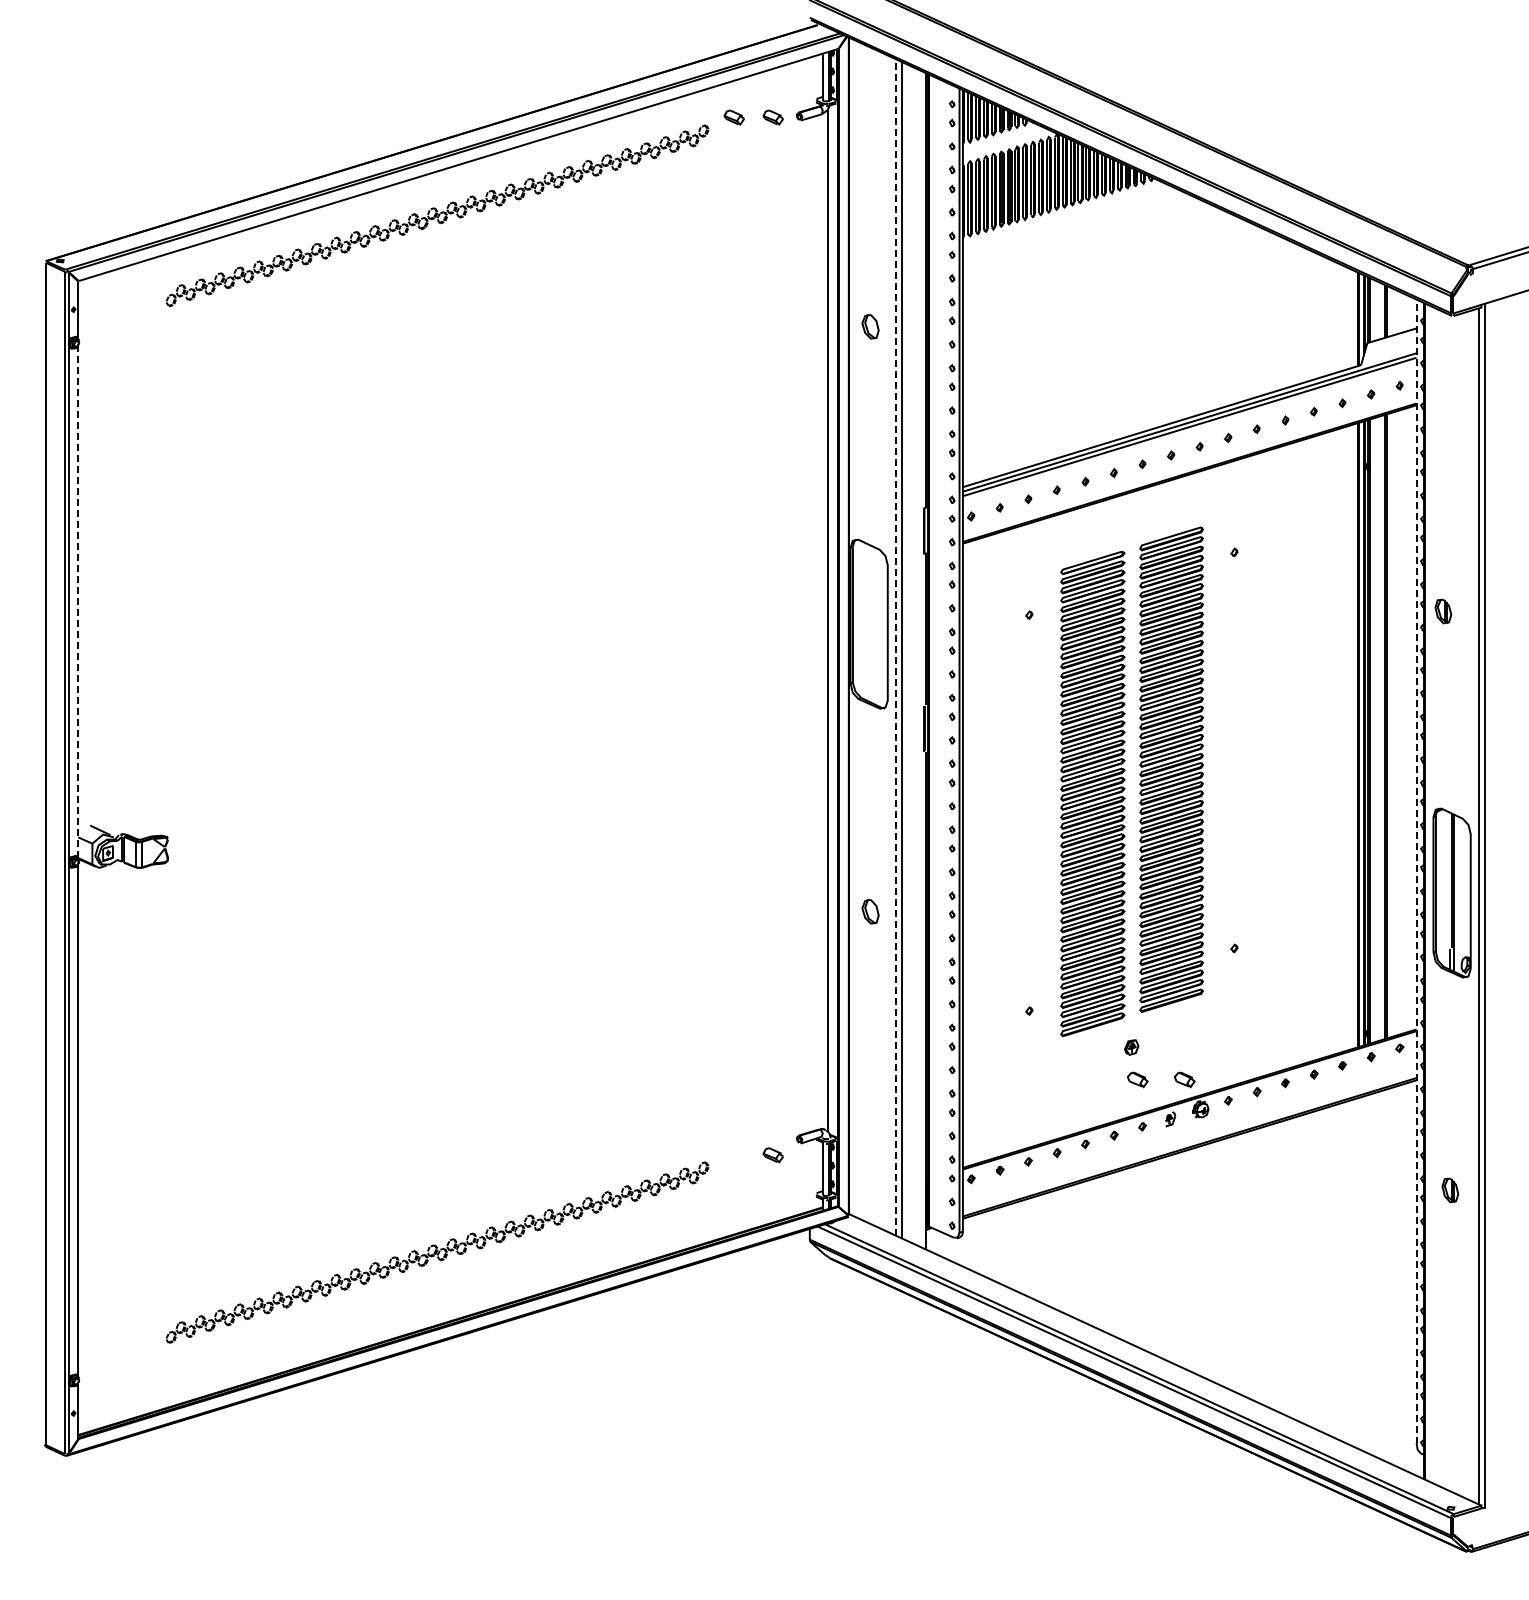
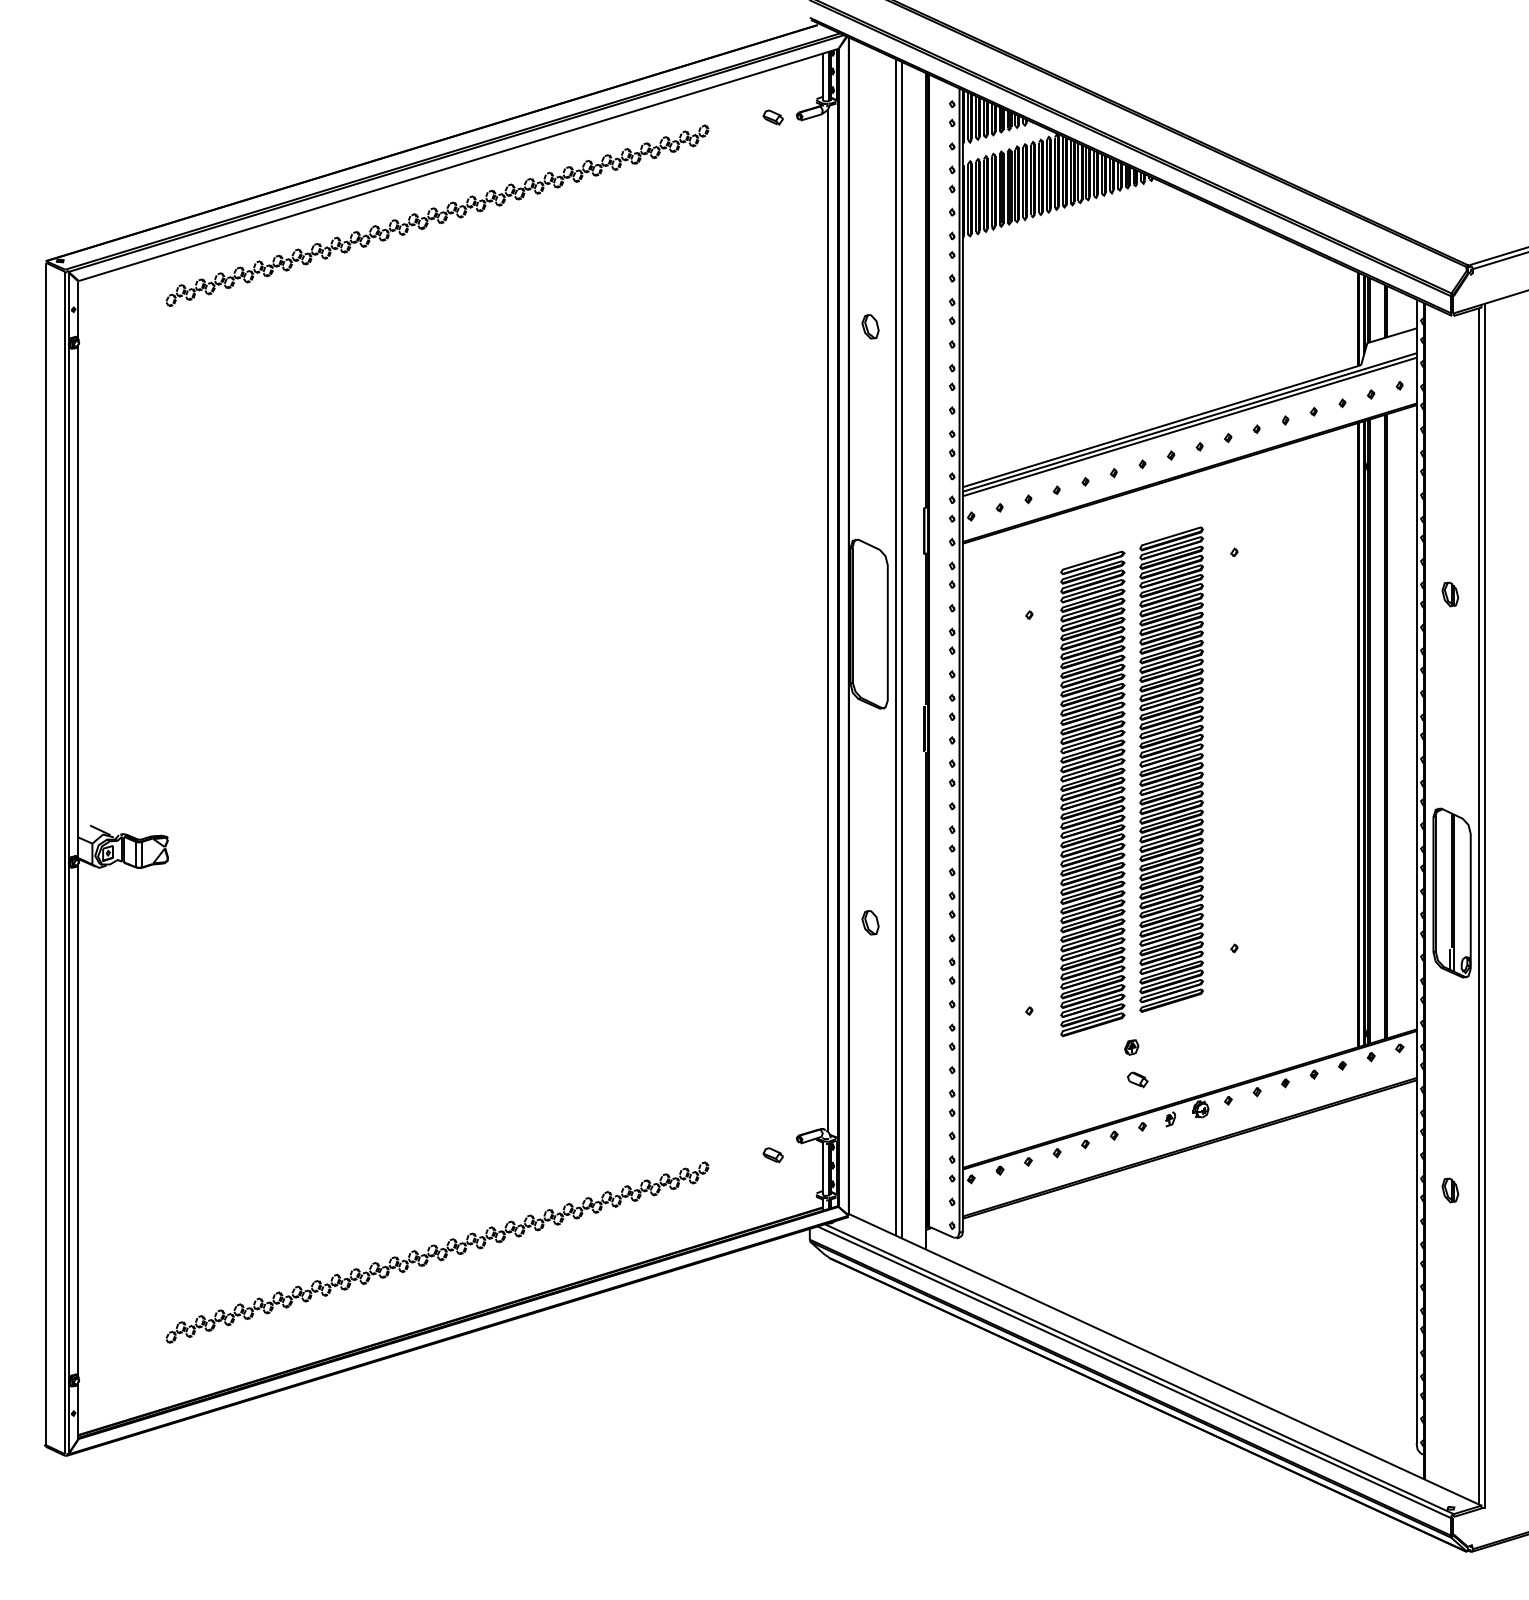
part at (733, 117): present -> none
line at (78, 601): dashed -> solid
part at (1443, 611) position: (1443, 611) -> (1450, 594)
line at (896, 647): dashed -> solid
line at (1416, 870): dashed -> solid
part at (870, 911) position: (870, 911) -> (870, 922)
part at (1184, 1079): present -> none
